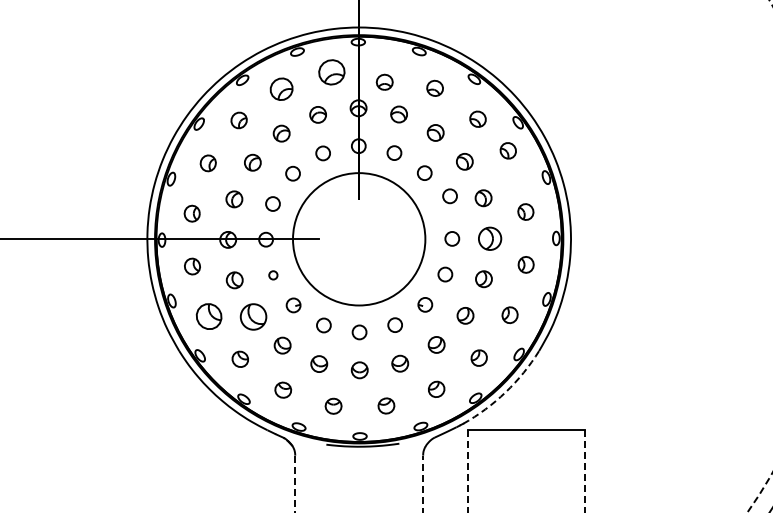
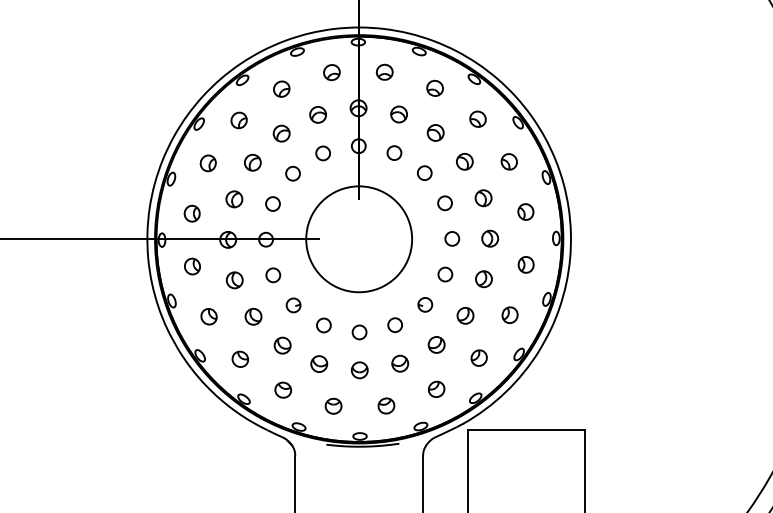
part at (331, 72) size: 28x27 px -> 18x18 px
part at (384, 81) position: (384, 81) -> (384, 71)
part at (281, 88) size: 25x24 px -> 18x18 px
part at (507, 150) position: (507, 150) -> (508, 161)
circle at (449, 196) position: (449, 196) -> (444, 203)
part at (490, 238) size: 25x25 px -> 19x19 px
circle at (359, 239) diameter: 132 px -> 106 px
circle at (273, 275) size: 11x11 px -> 17x17 px
part at (208, 316) size: 28x27 px -> 18x18 px
part at (253, 316) size: 29x28 px -> 19x19 px
arc at (505, 392): dashed -> solid
line at (468, 471): dashed -> solid
line at (584, 471): dashed -> solid
line at (423, 483): dashed -> solid
line at (295, 484): dashed -> solid
arc at (762, 489): dashed -> solid
